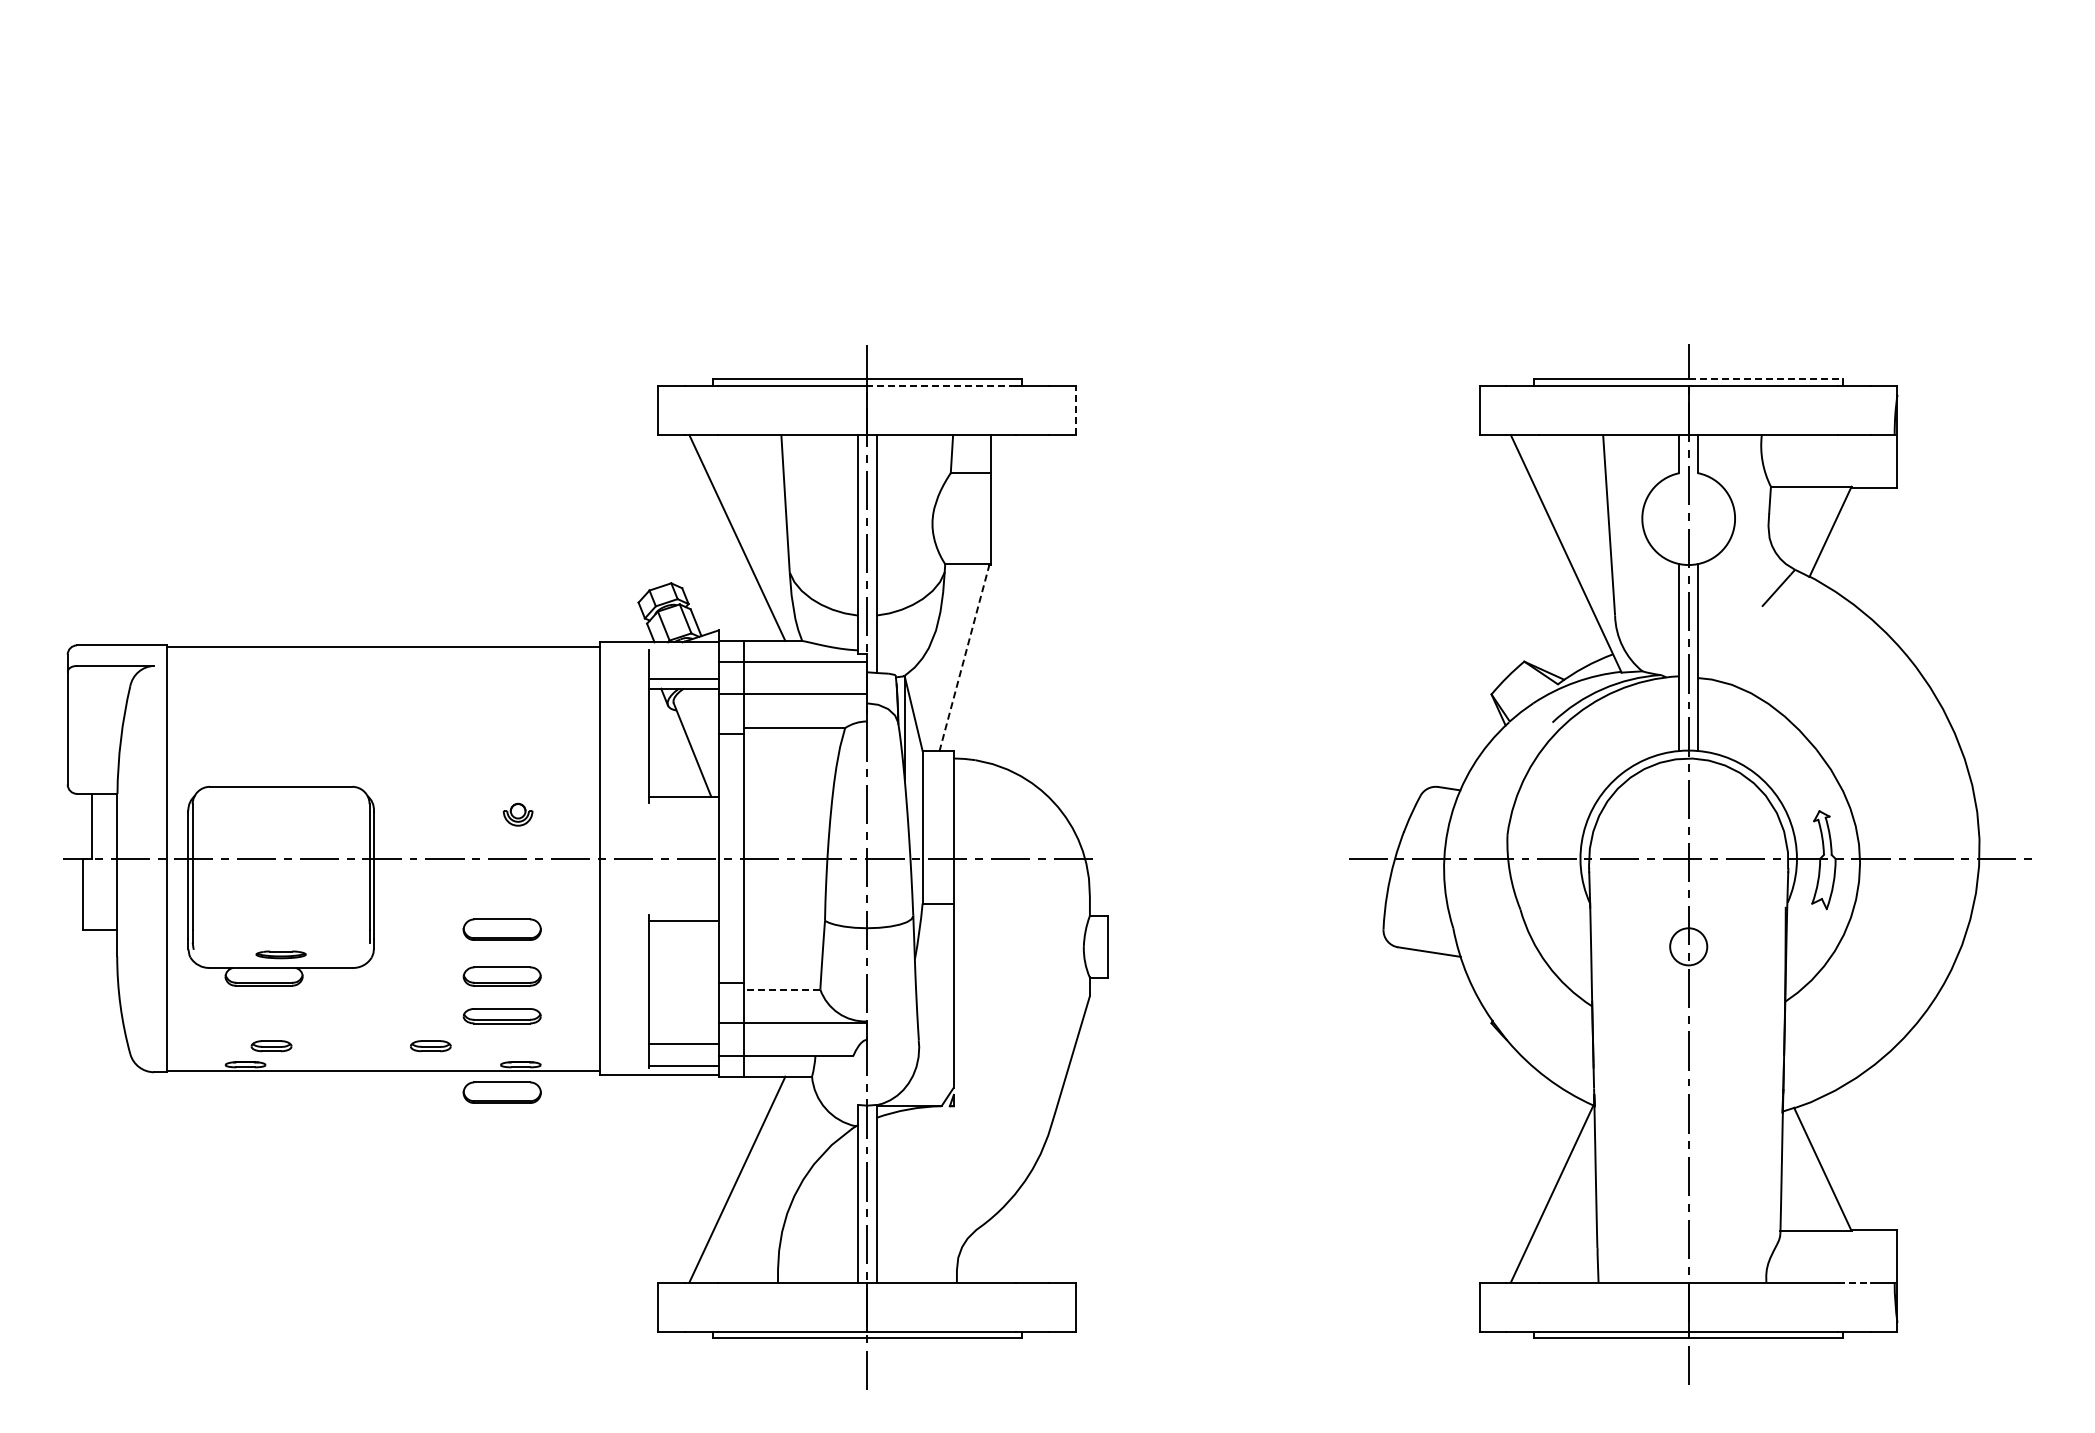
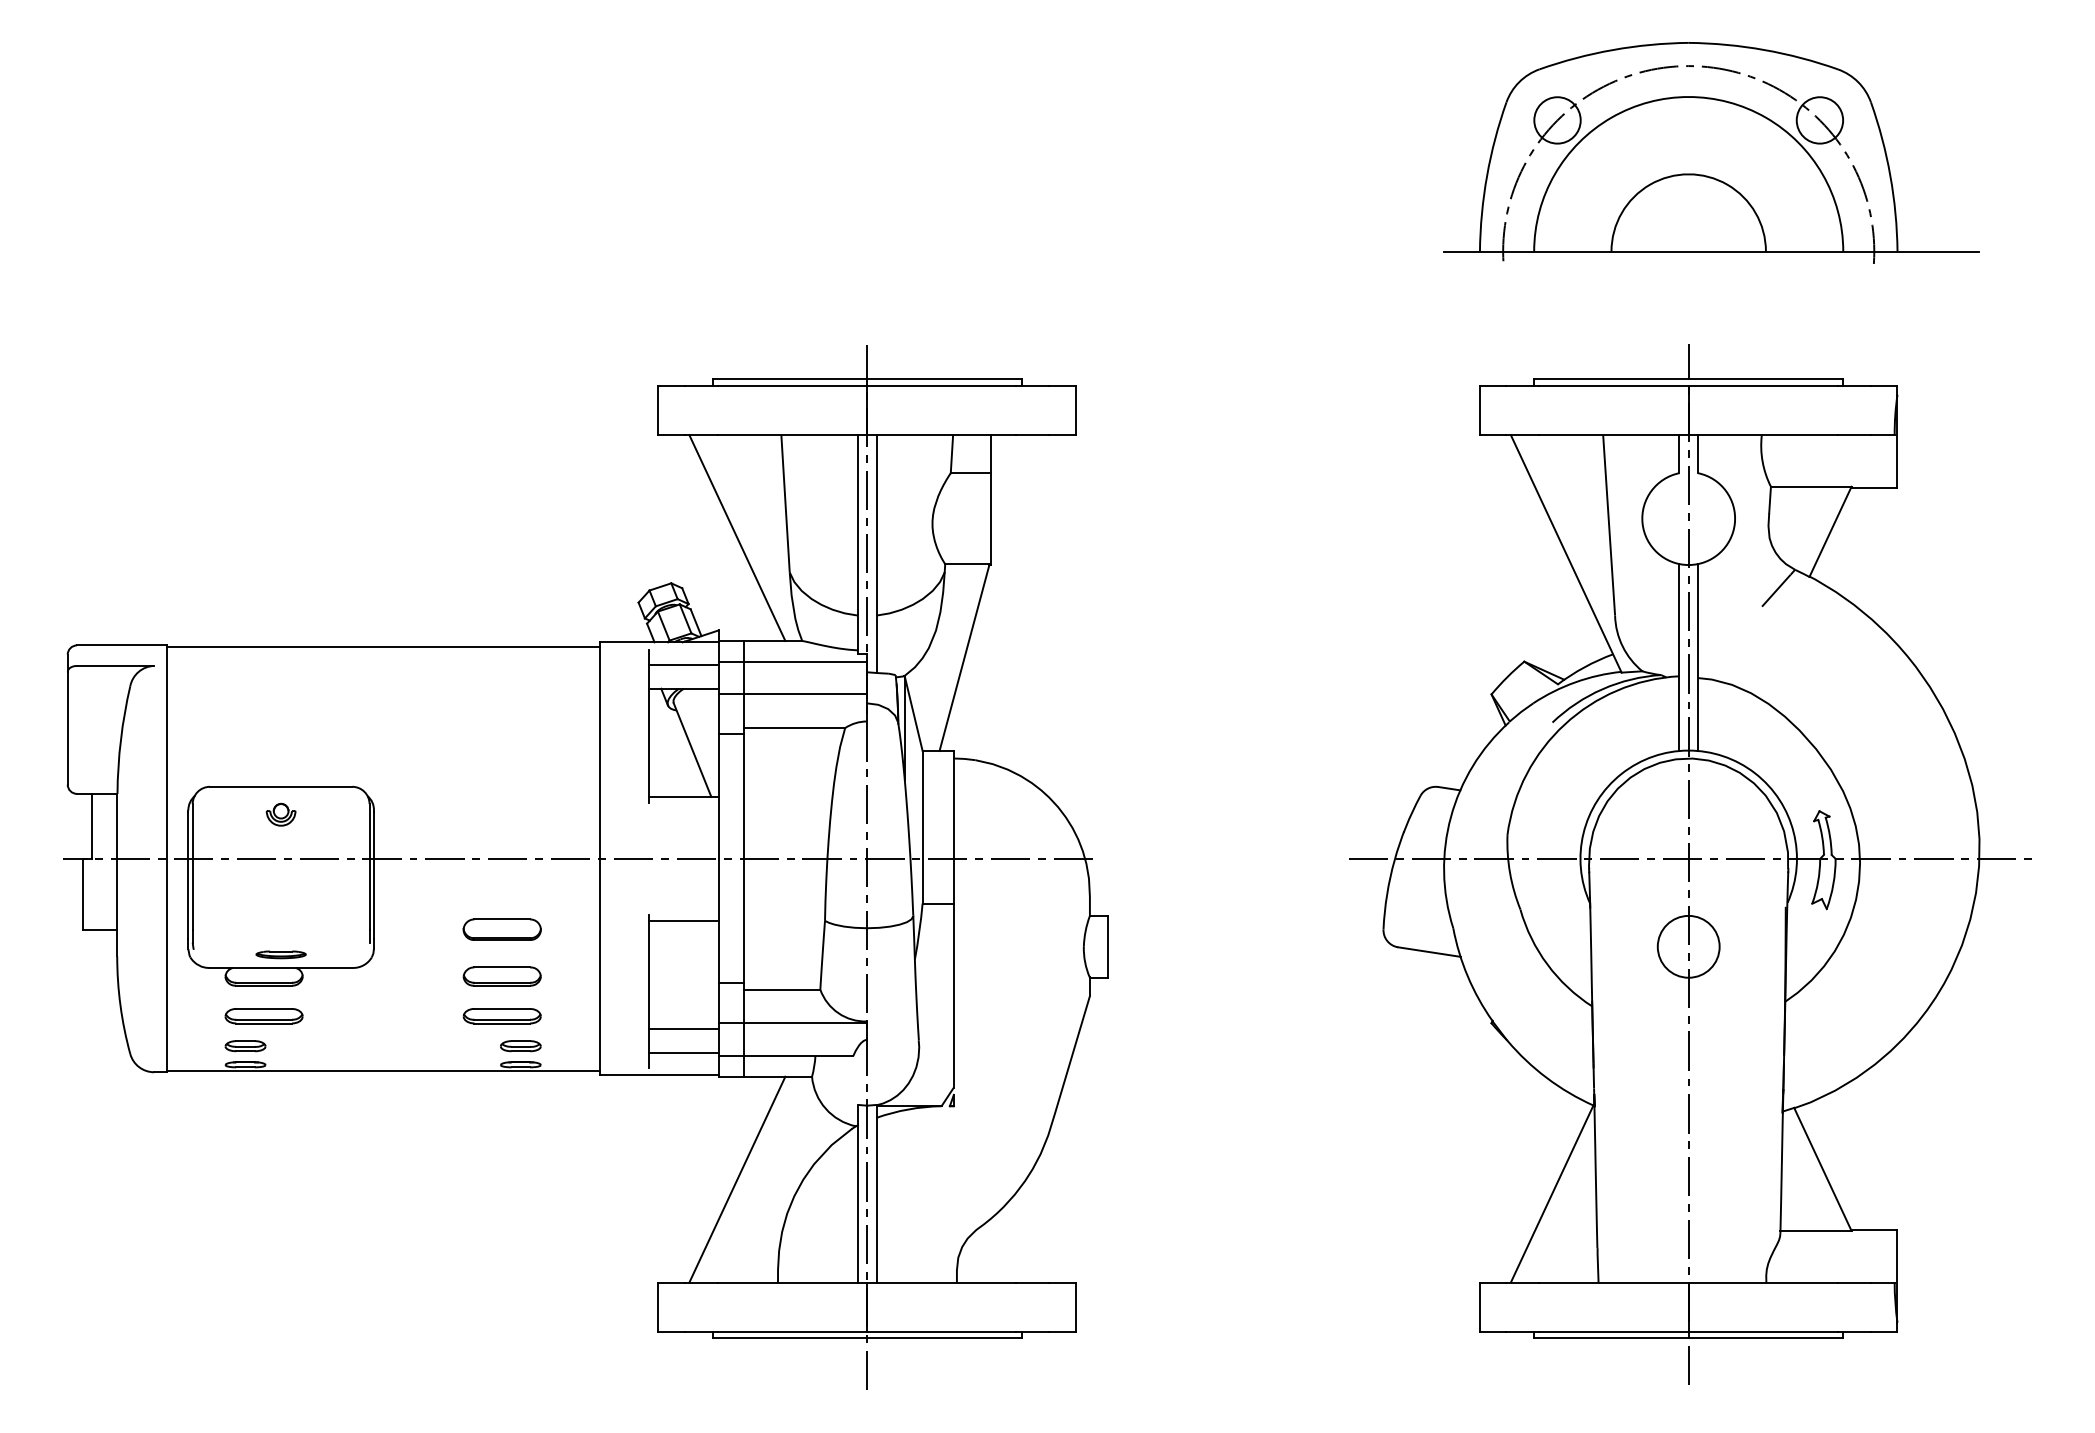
part at (1711, 152): none -> present
line at (1766, 379): dashed -> solid
line at (941, 385): dashed -> solid
line at (1075, 410): dashed -> solid
line at (964, 657): dashed -> solid
line at (683, 678) position: (683, 678) -> (683, 664)
part at (517, 814) position: (517, 814) -> (280, 814)
circle at (1688, 946) diameter: 37 px -> 62 px
line at (781, 989): dashed -> solid
part at (263, 1016): none -> present
line at (683, 1043) position: (683, 1043) -> (683, 1028)
part at (271, 1046) position: (271, 1046) -> (245, 1046)
part at (430, 1046) position: (430, 1046) -> (520, 1046)
line at (683, 1065) position: (683, 1065) -> (683, 1052)
part at (501, 1092): present -> none
line at (1854, 1282): dashed -> solid
